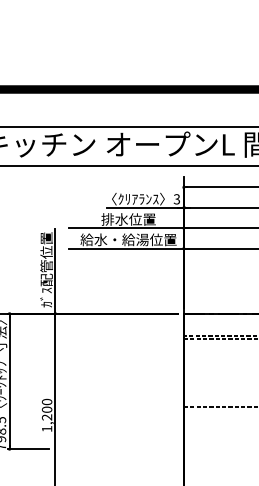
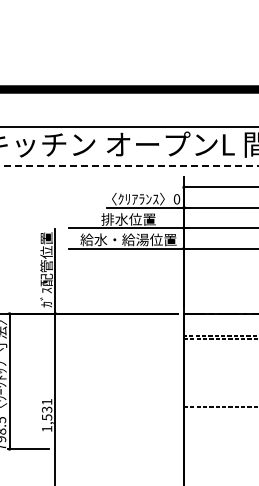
line at (129, 165): solid -> dashed
text at (176, 199): 3 -> 0
text at (46, 409): 1,200 -> 1,531
